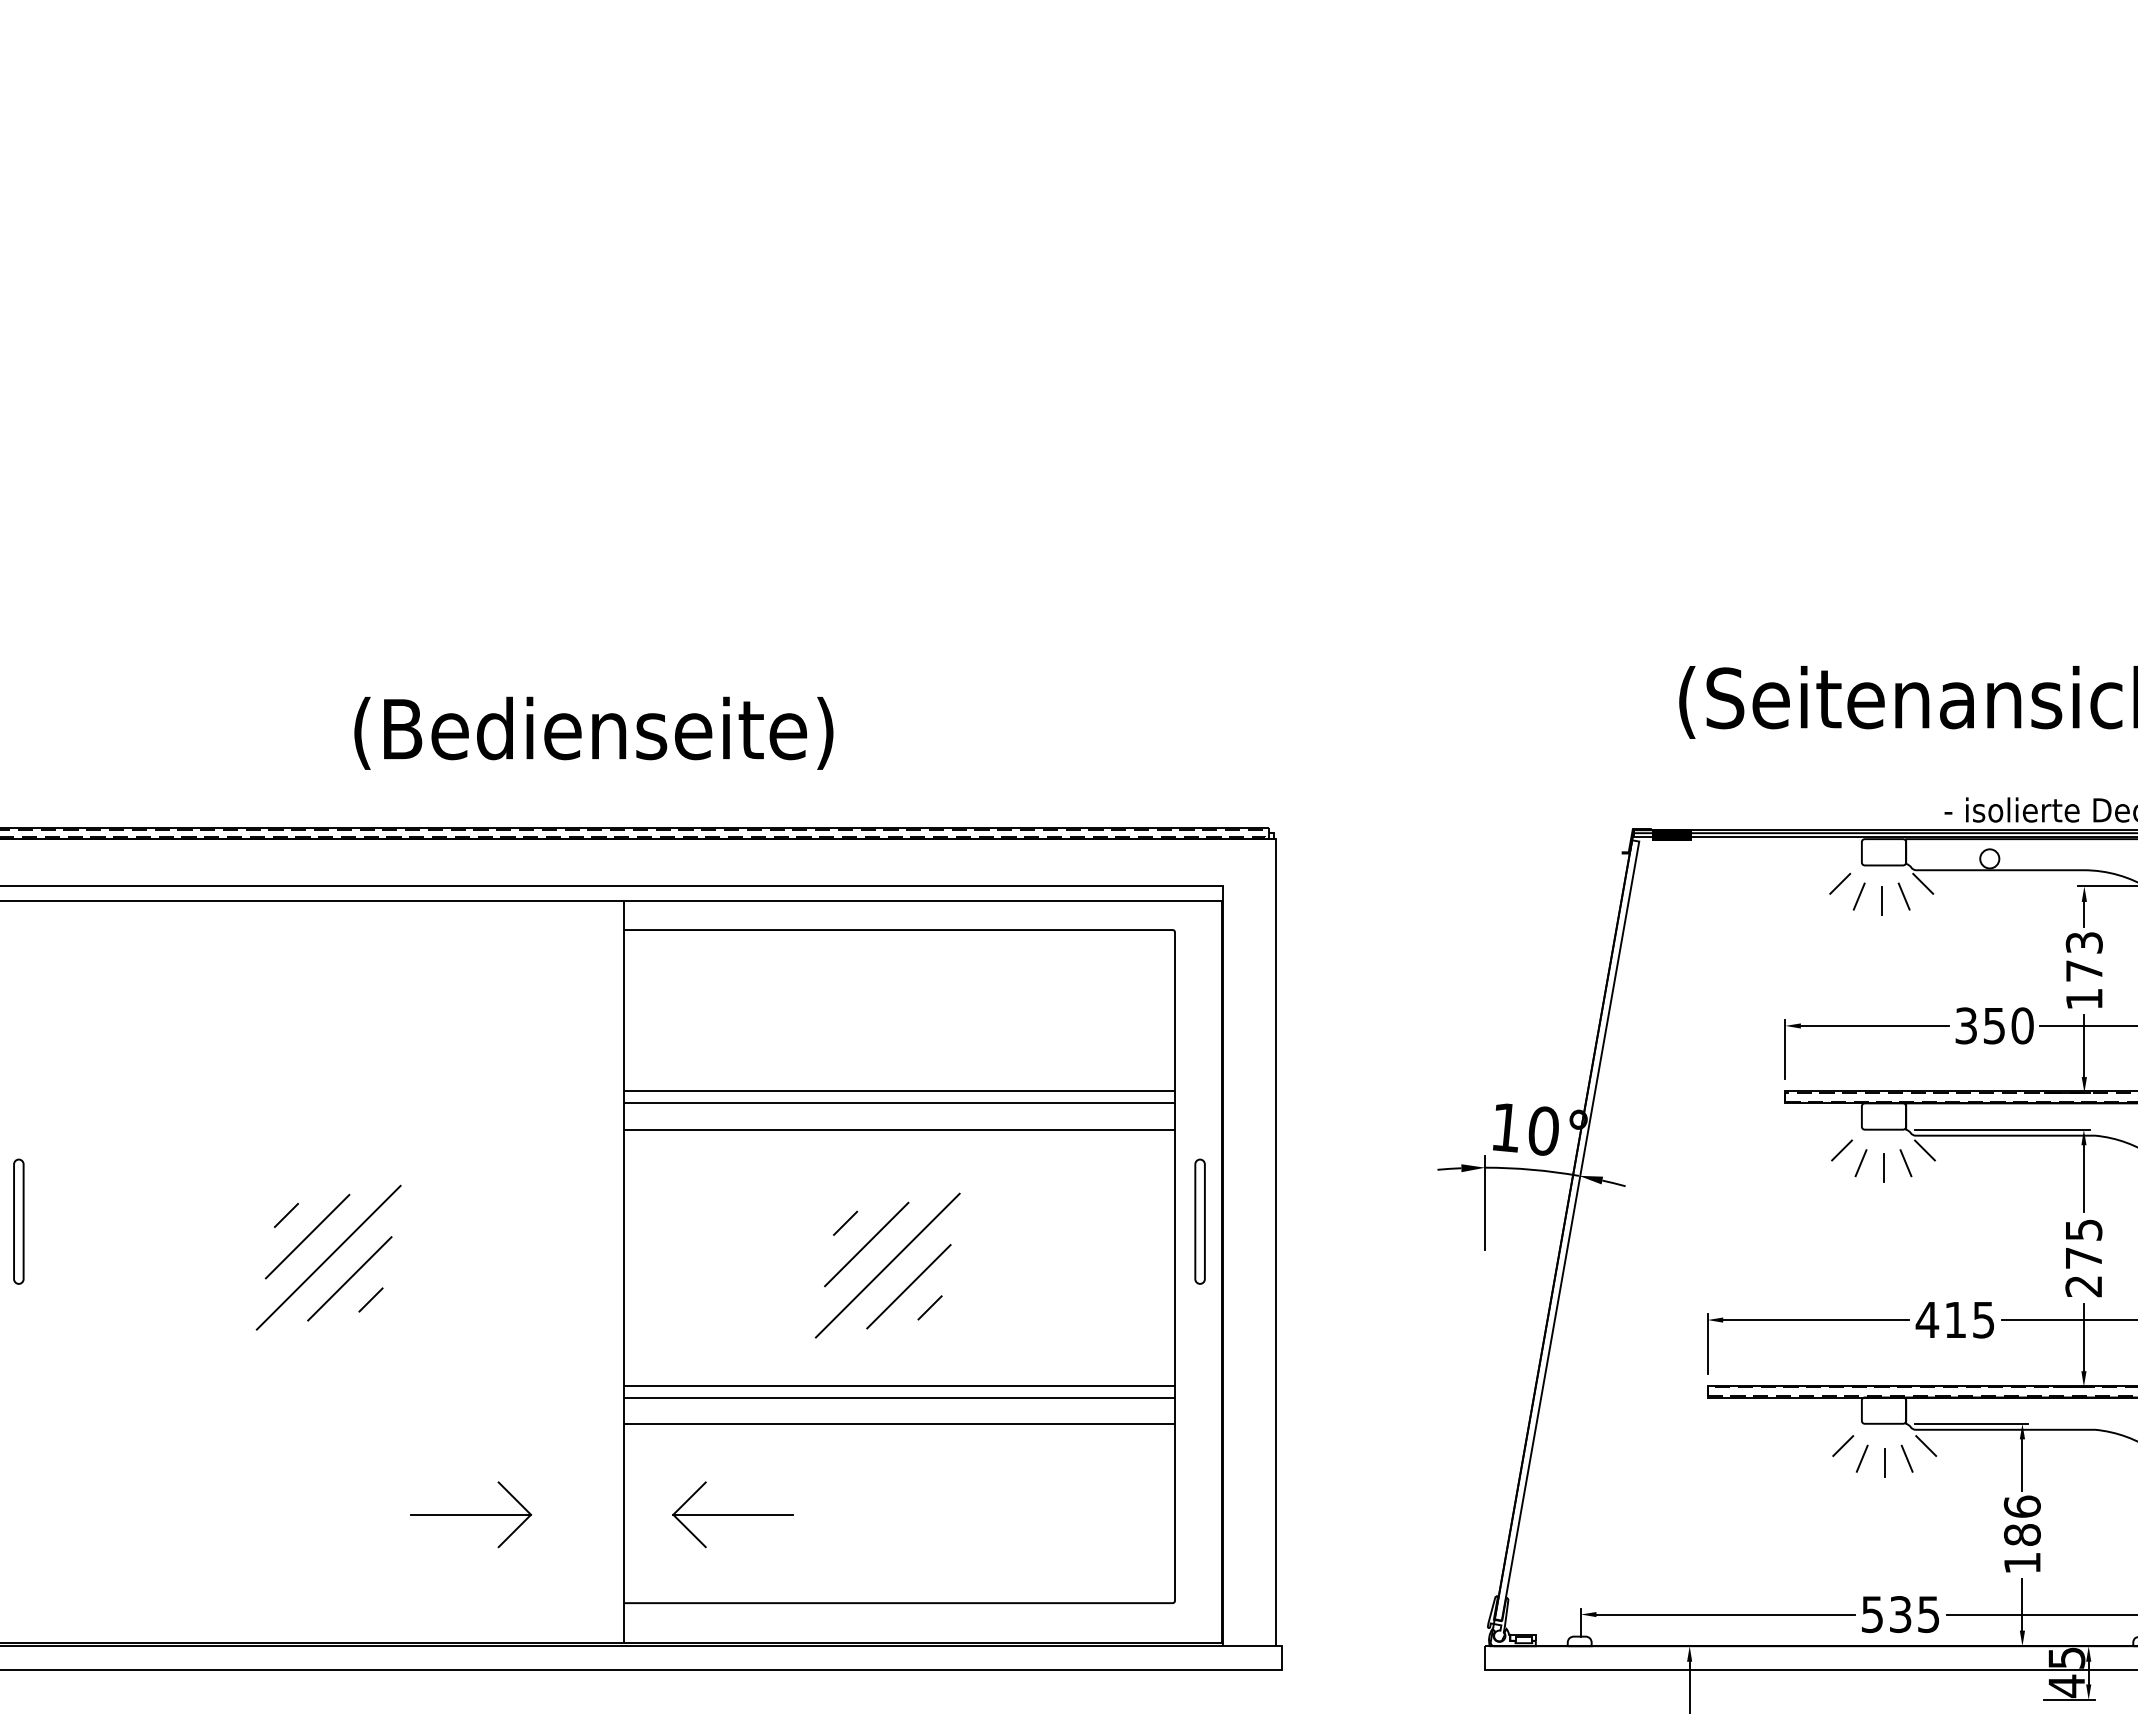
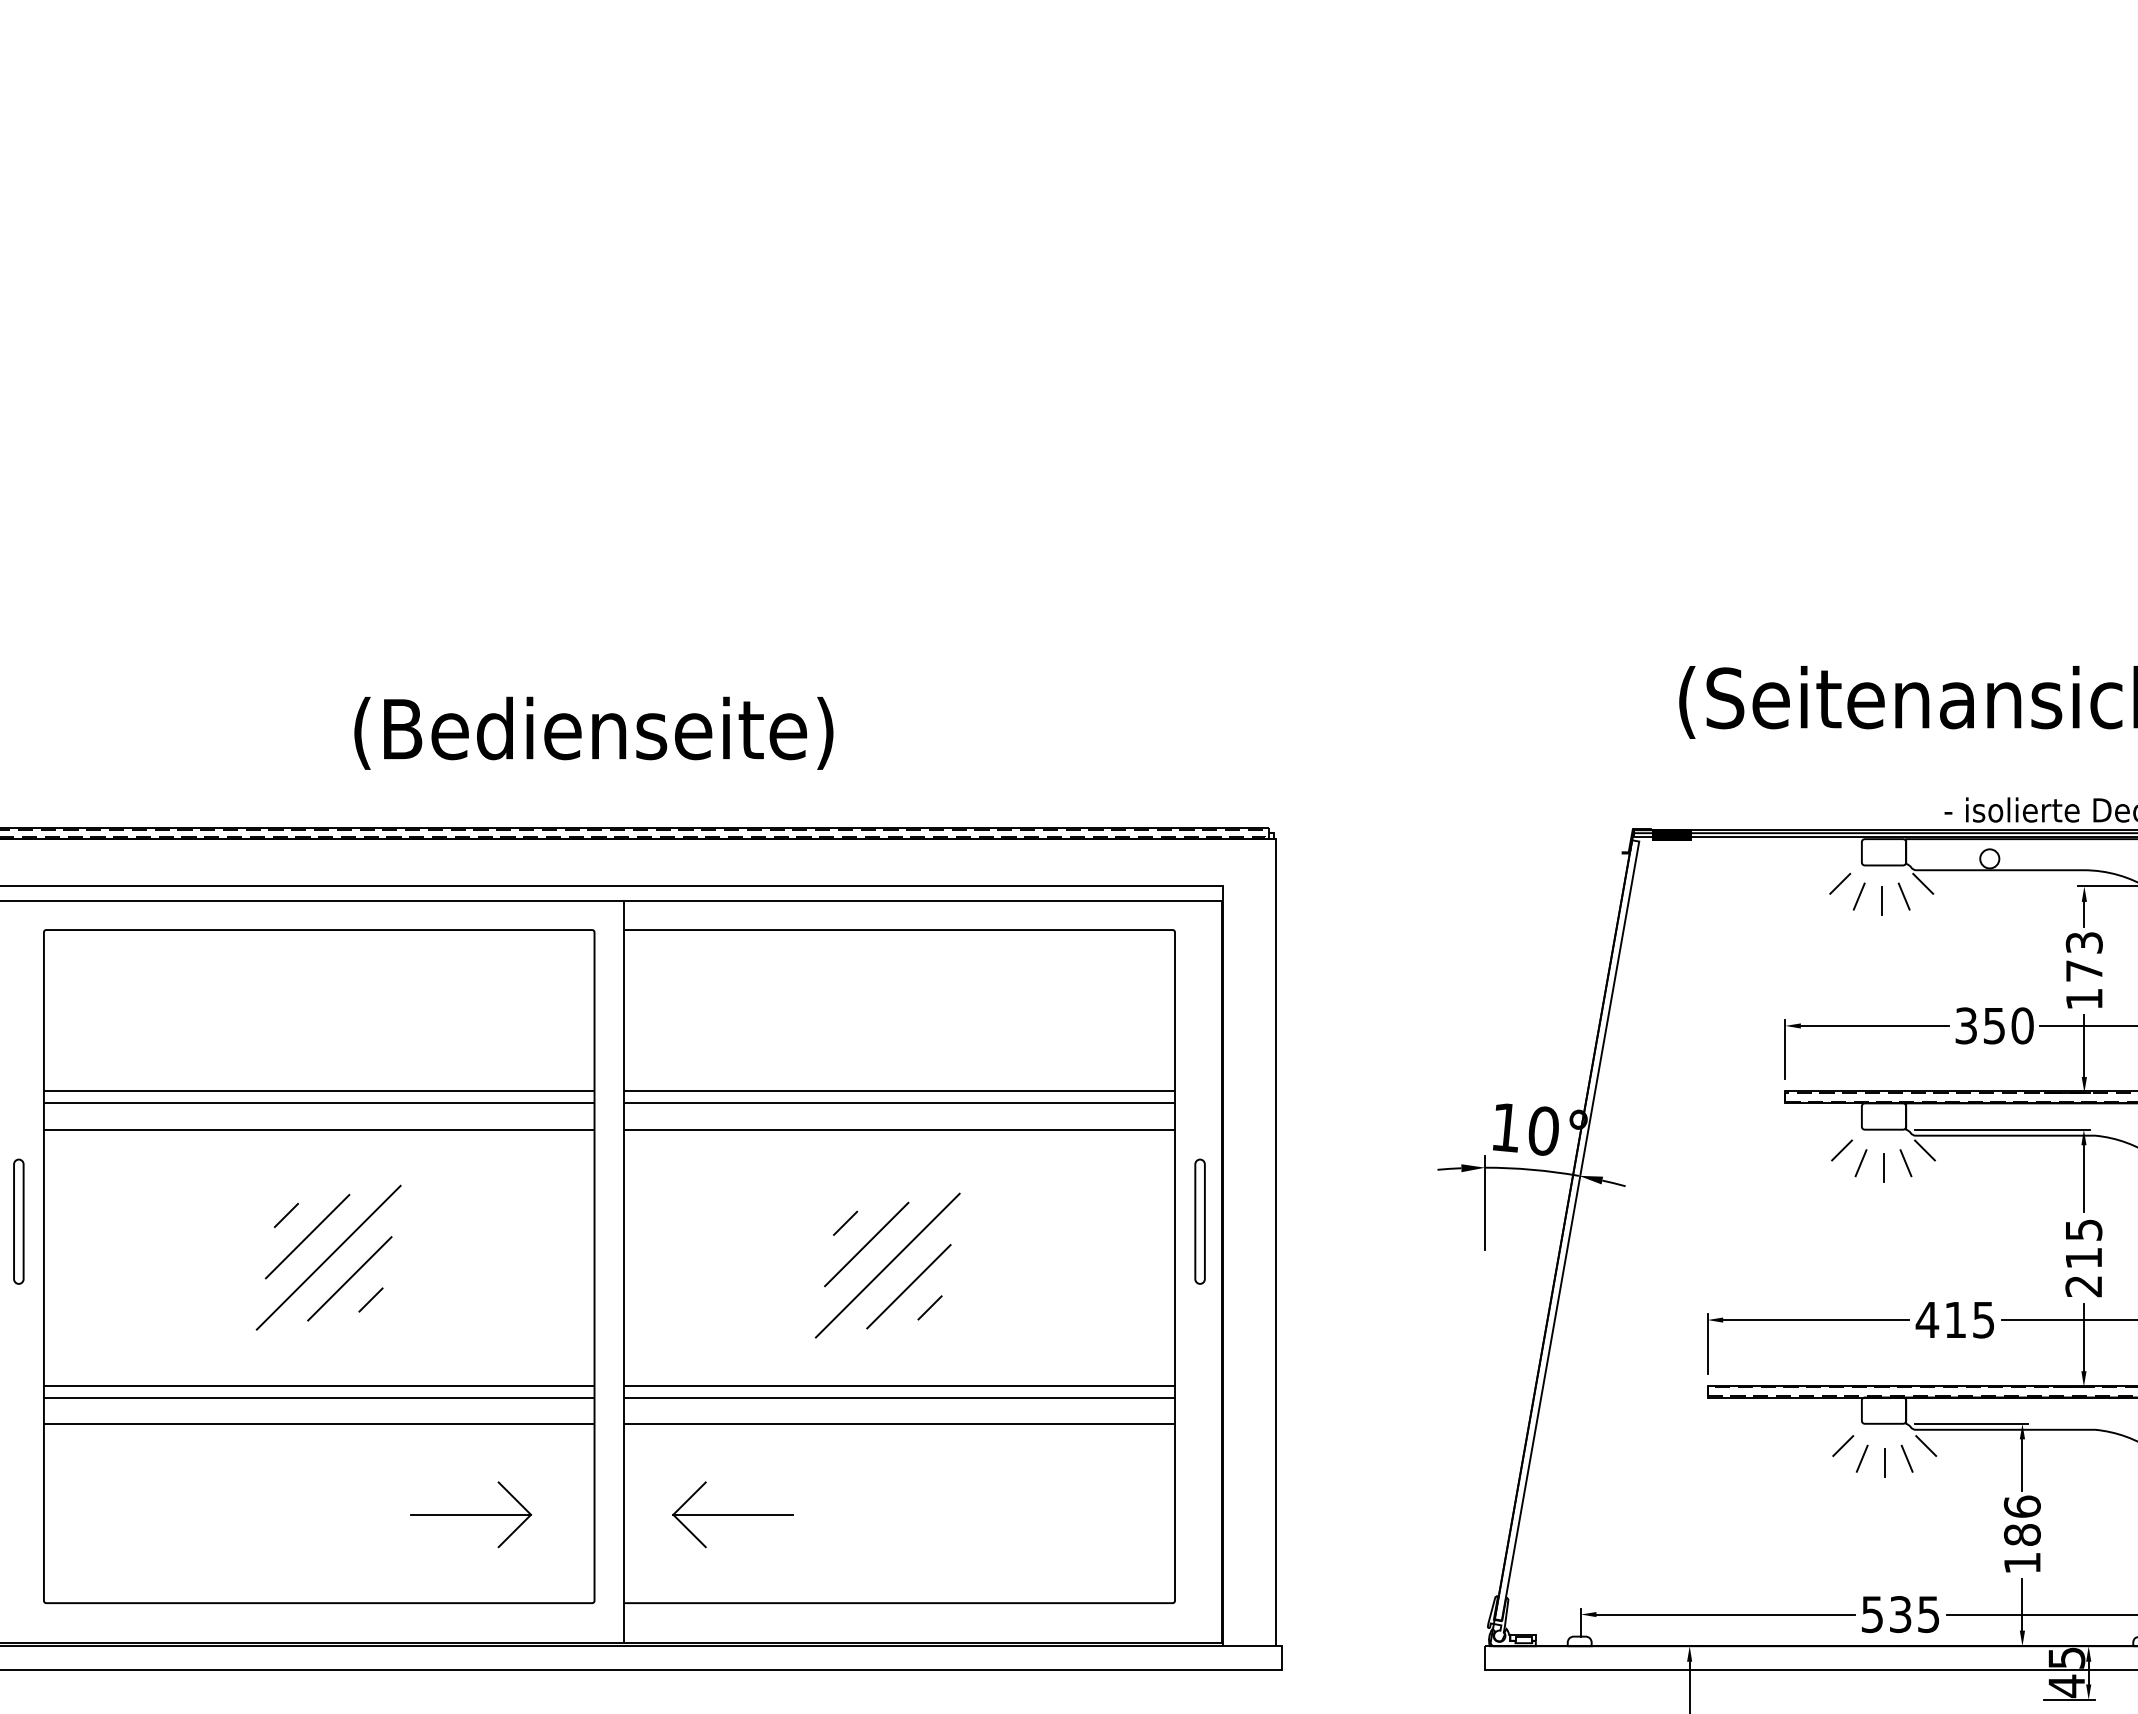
text at (2083, 1258): 275 -> 215
part at (319, 1266): none -> present
